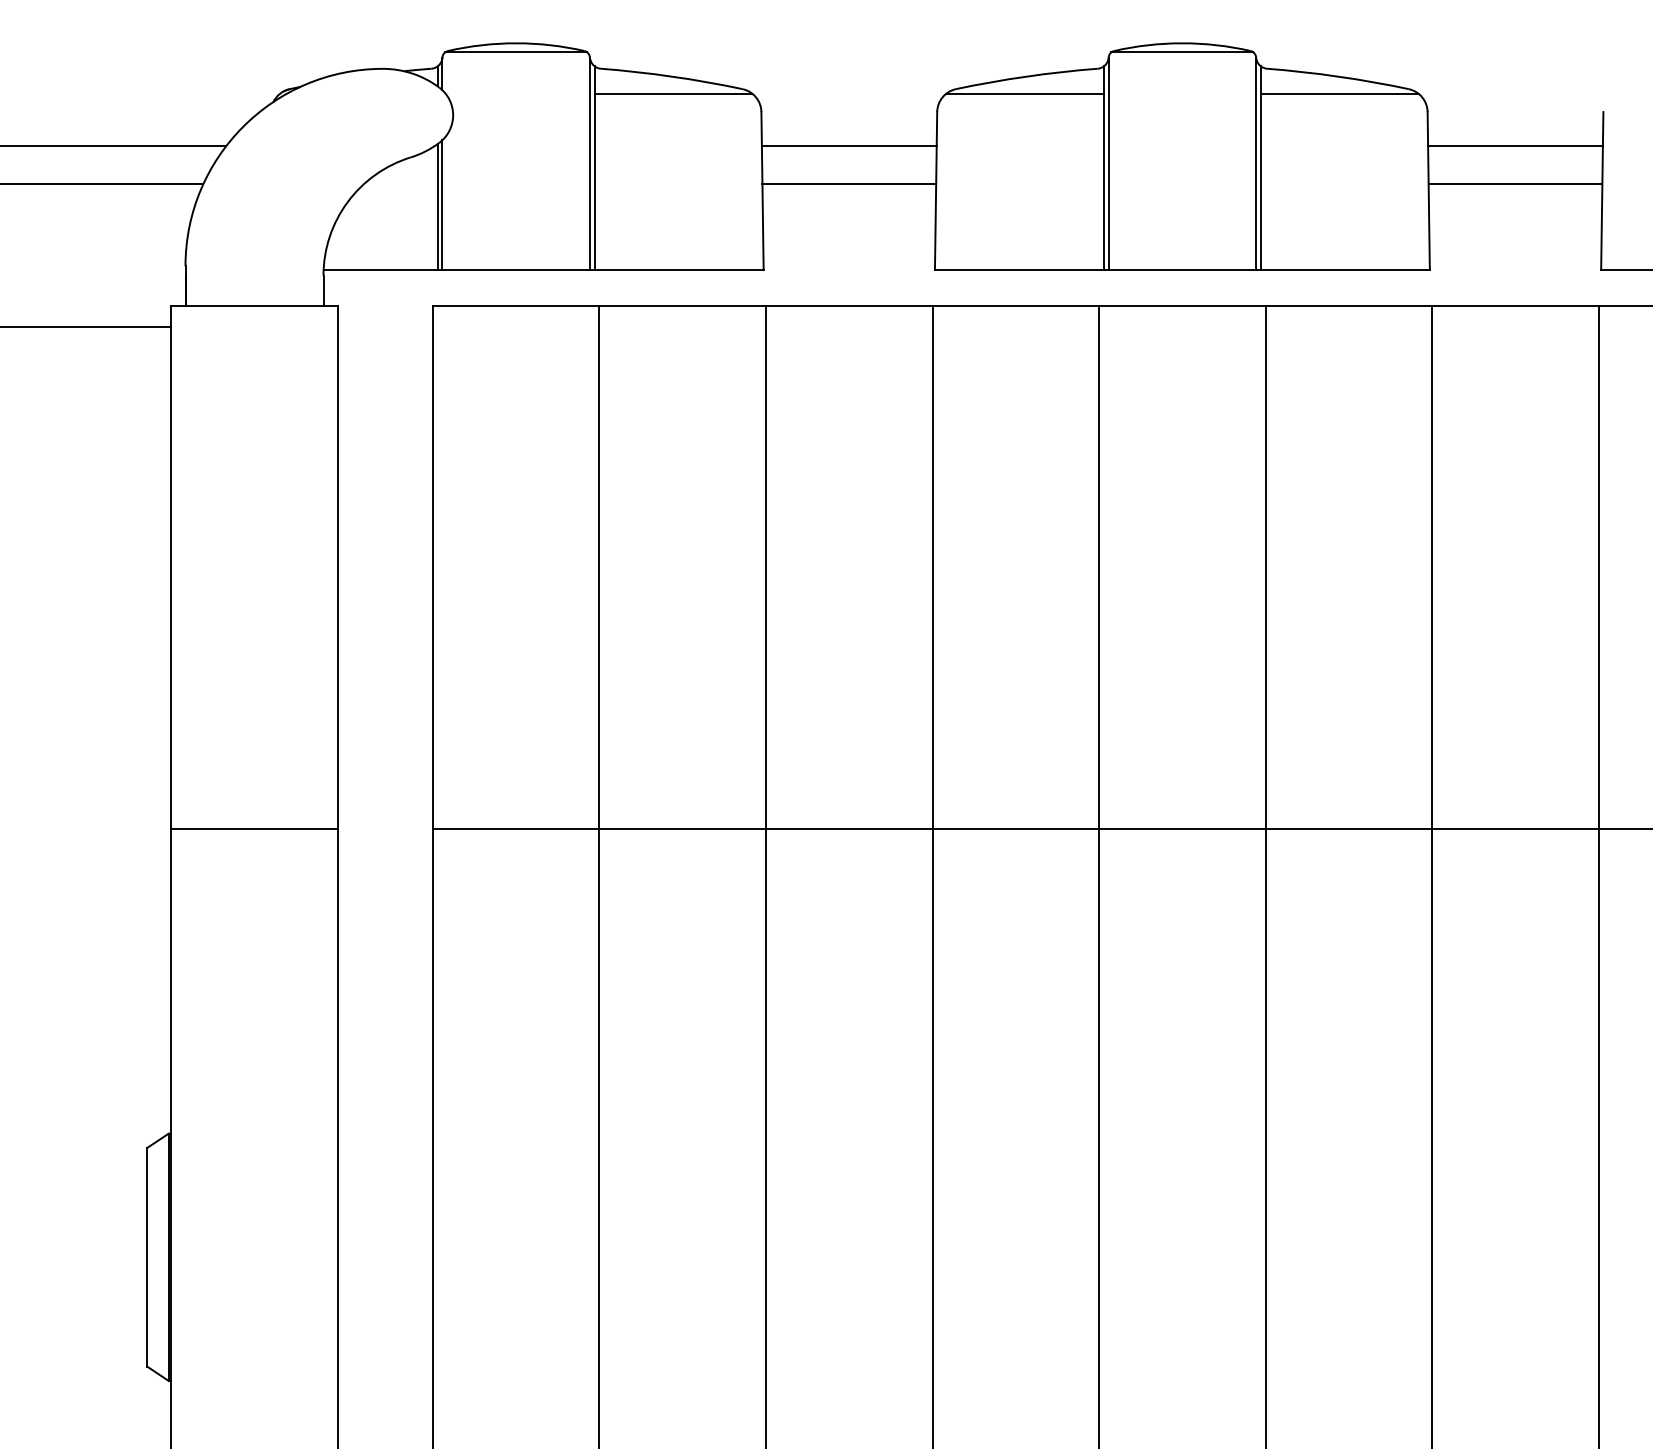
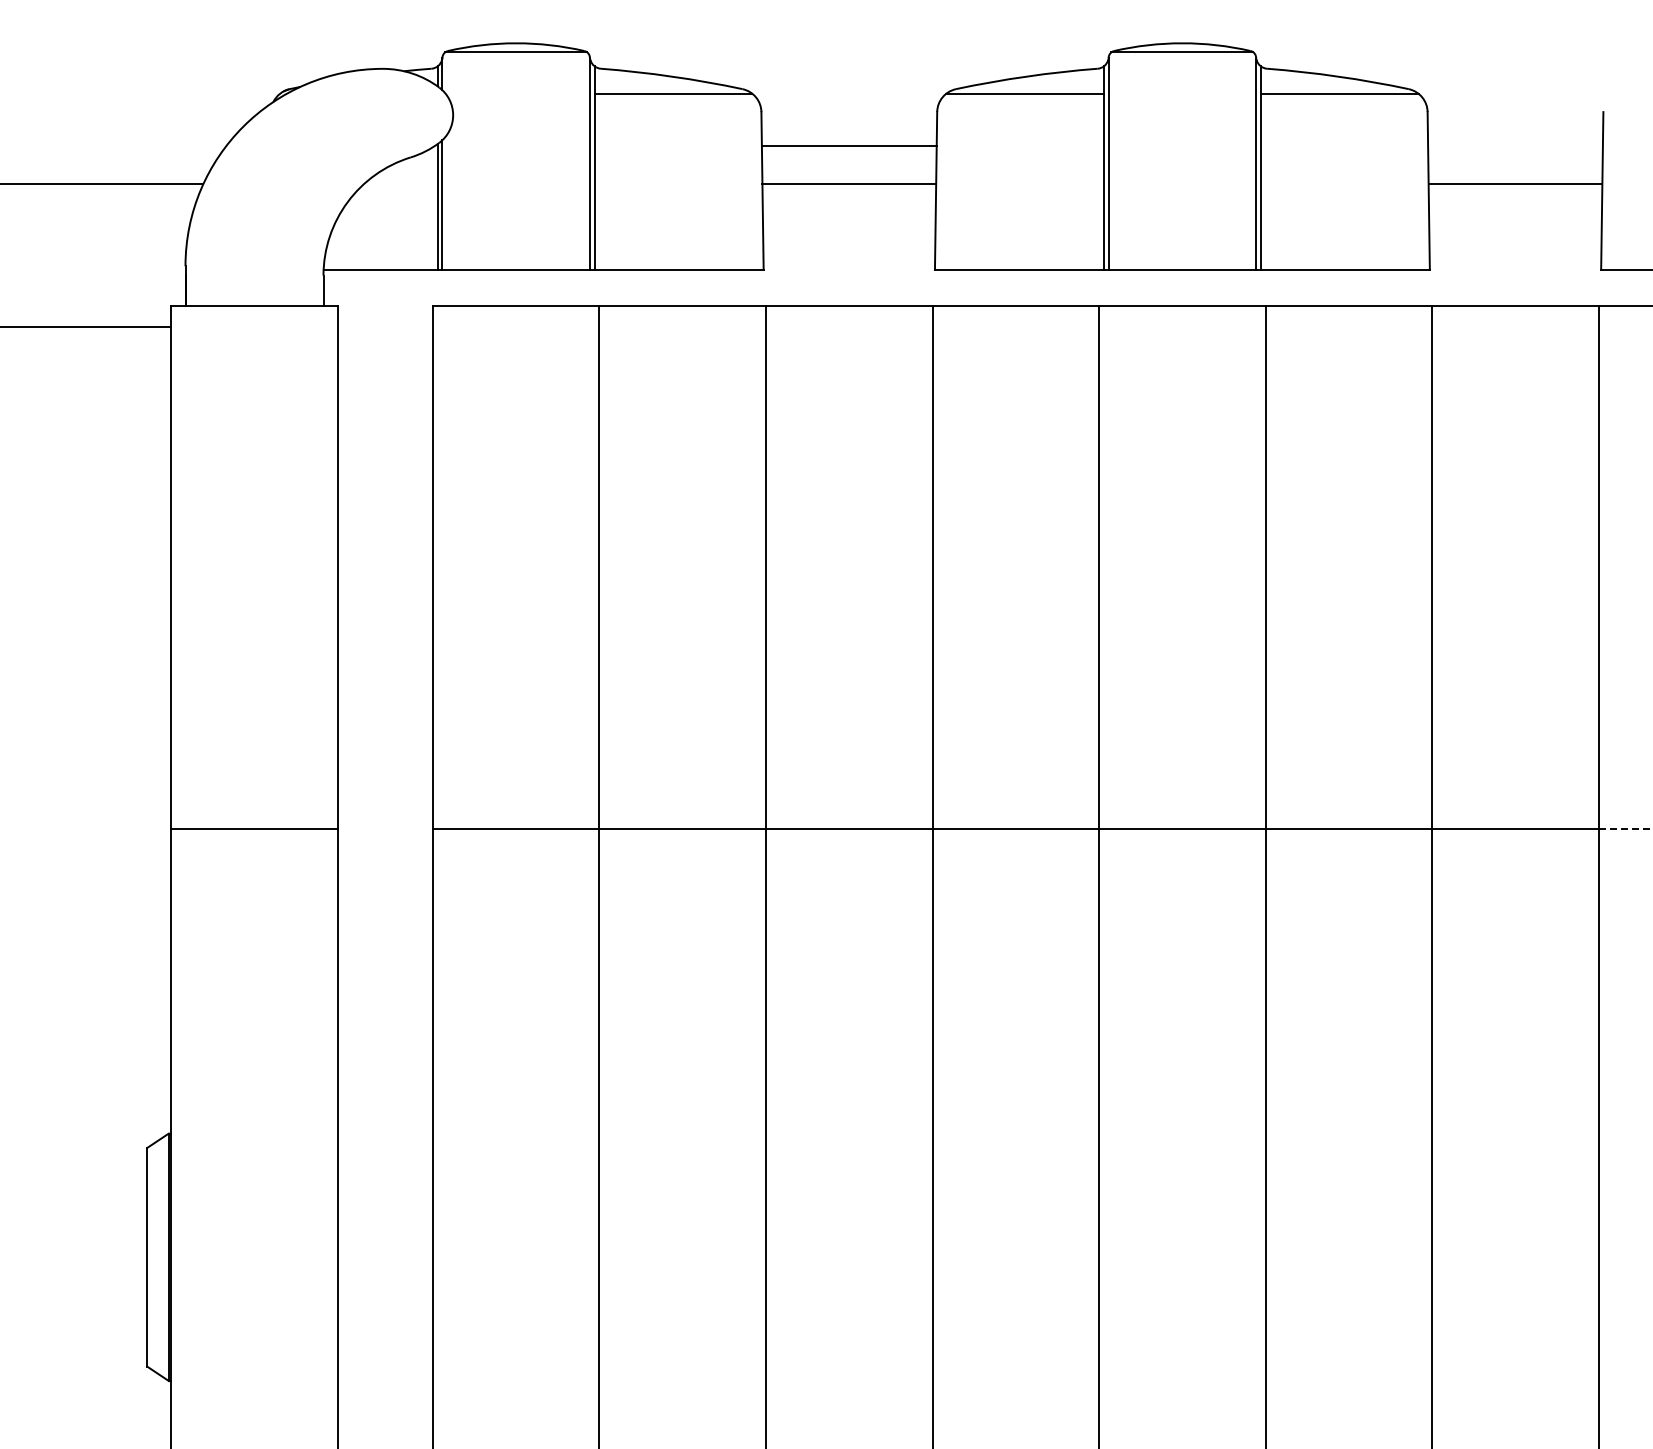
line at (114, 146): present -> none
line at (1515, 146): present -> none
line at (1625, 829): solid -> dashed
